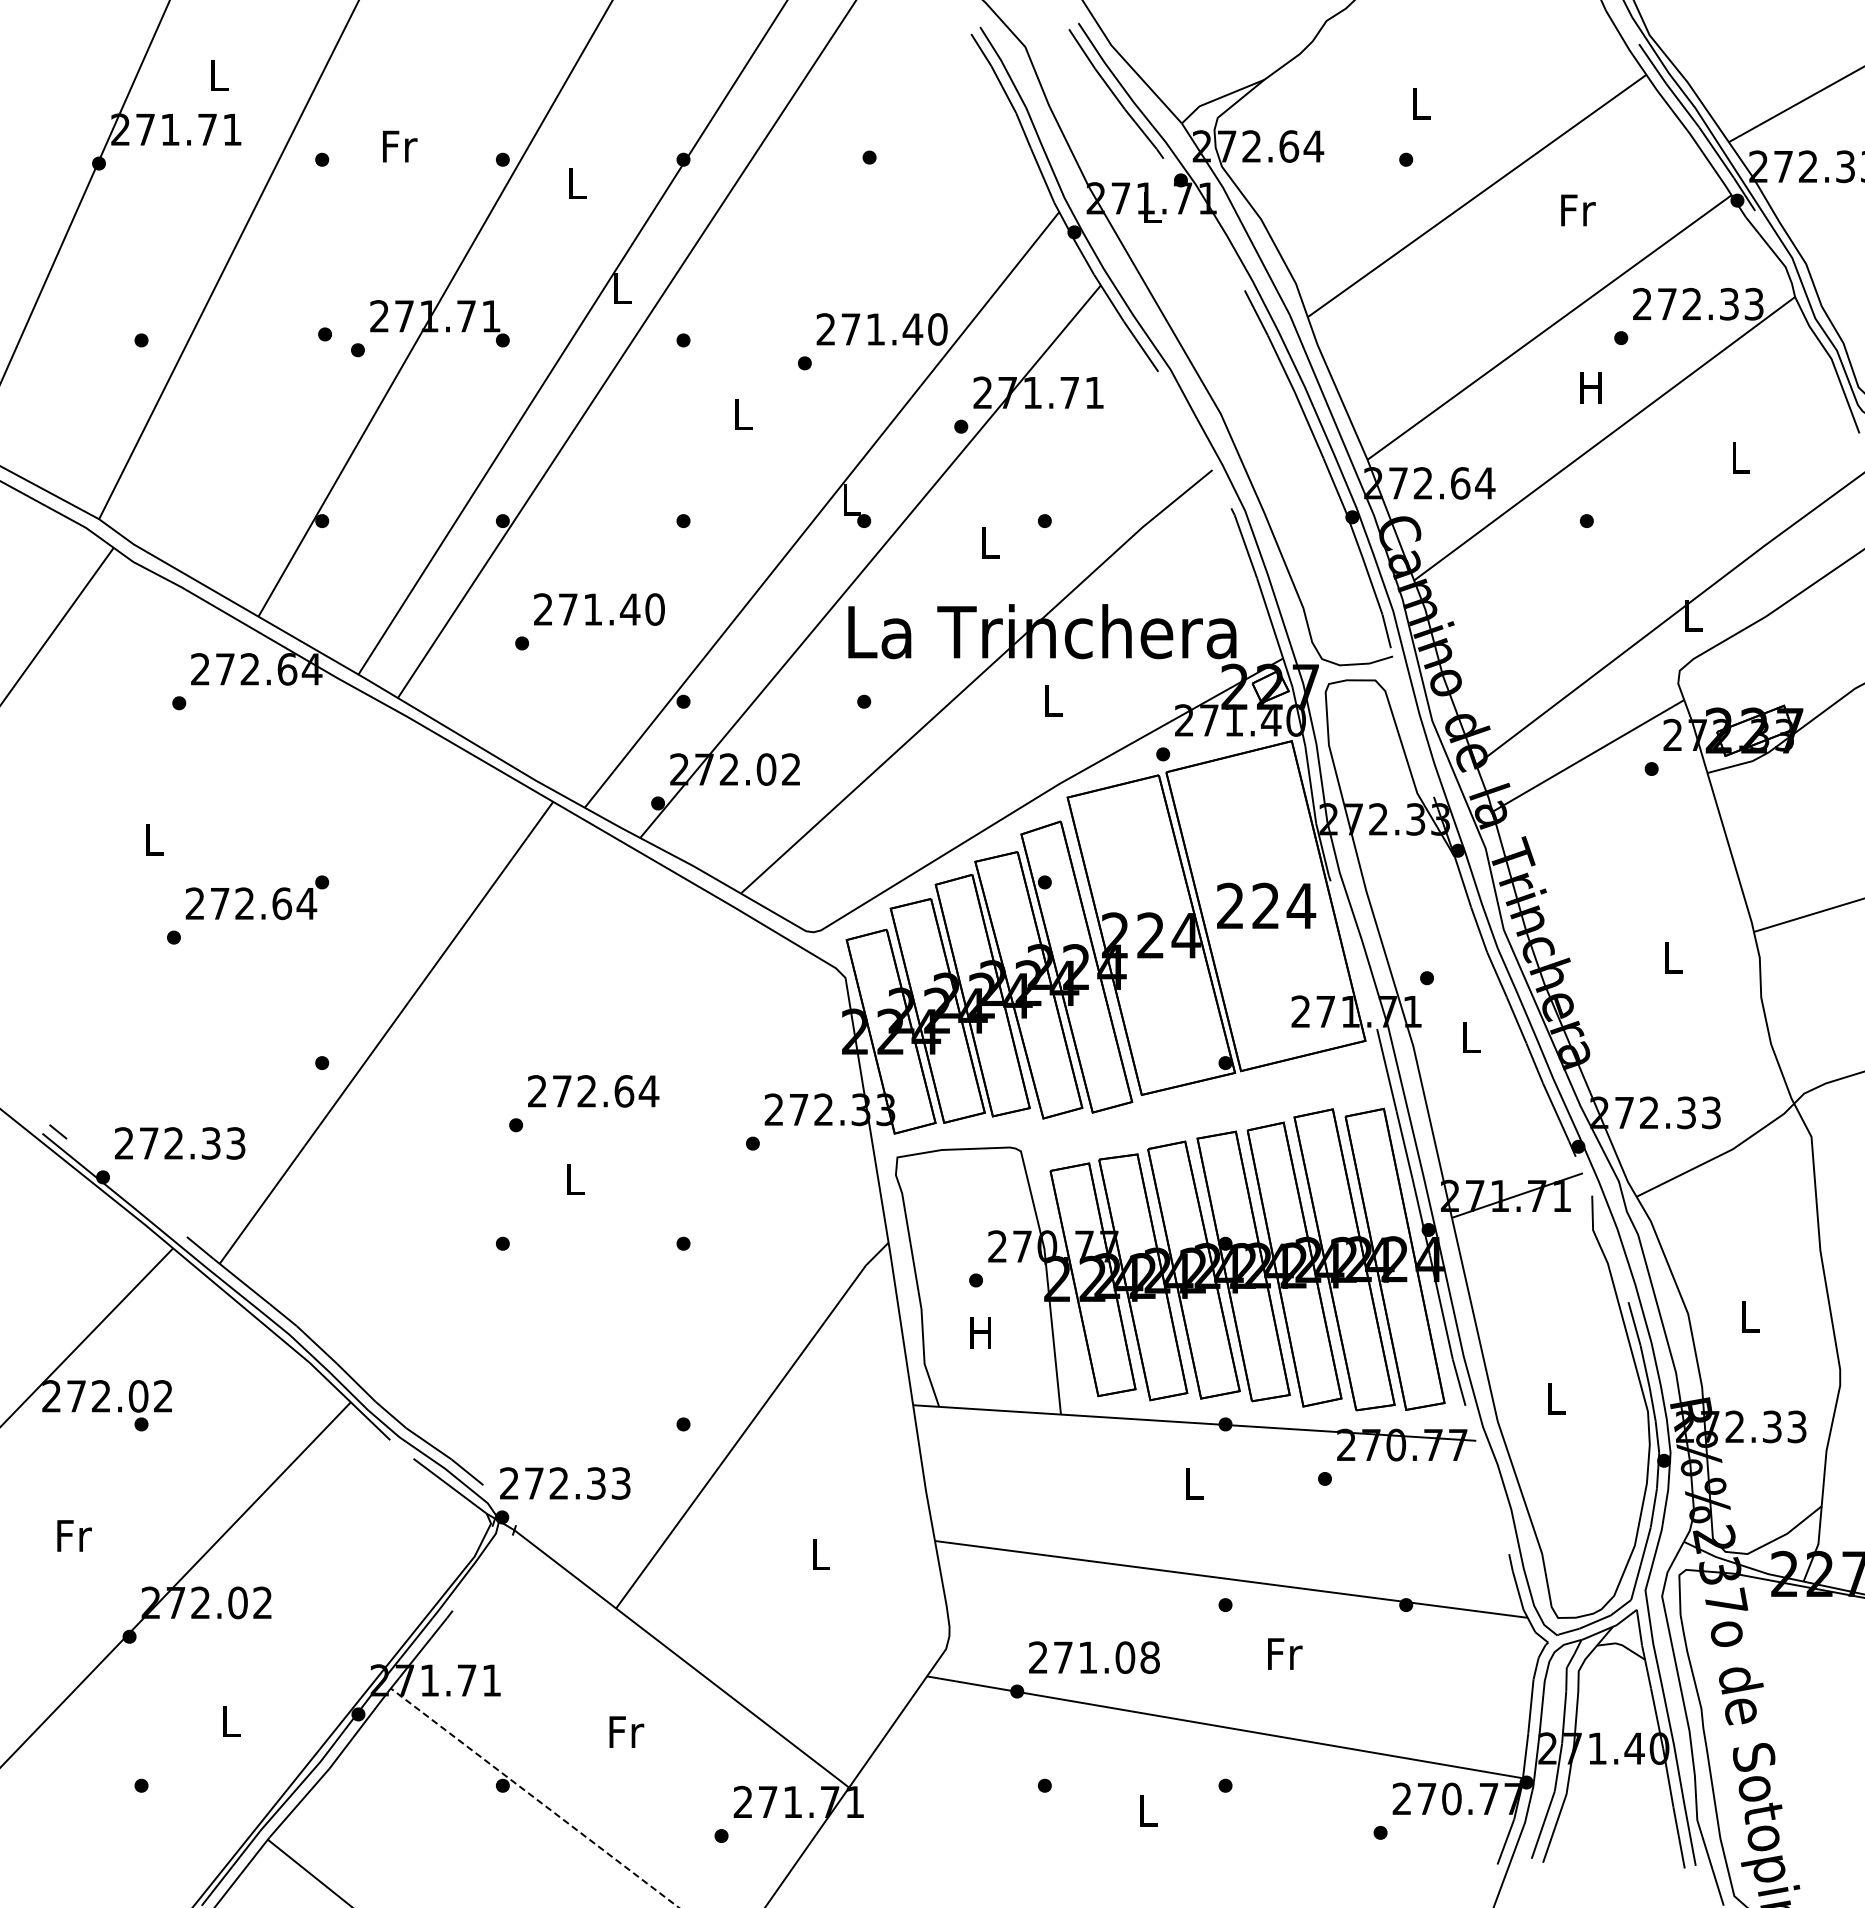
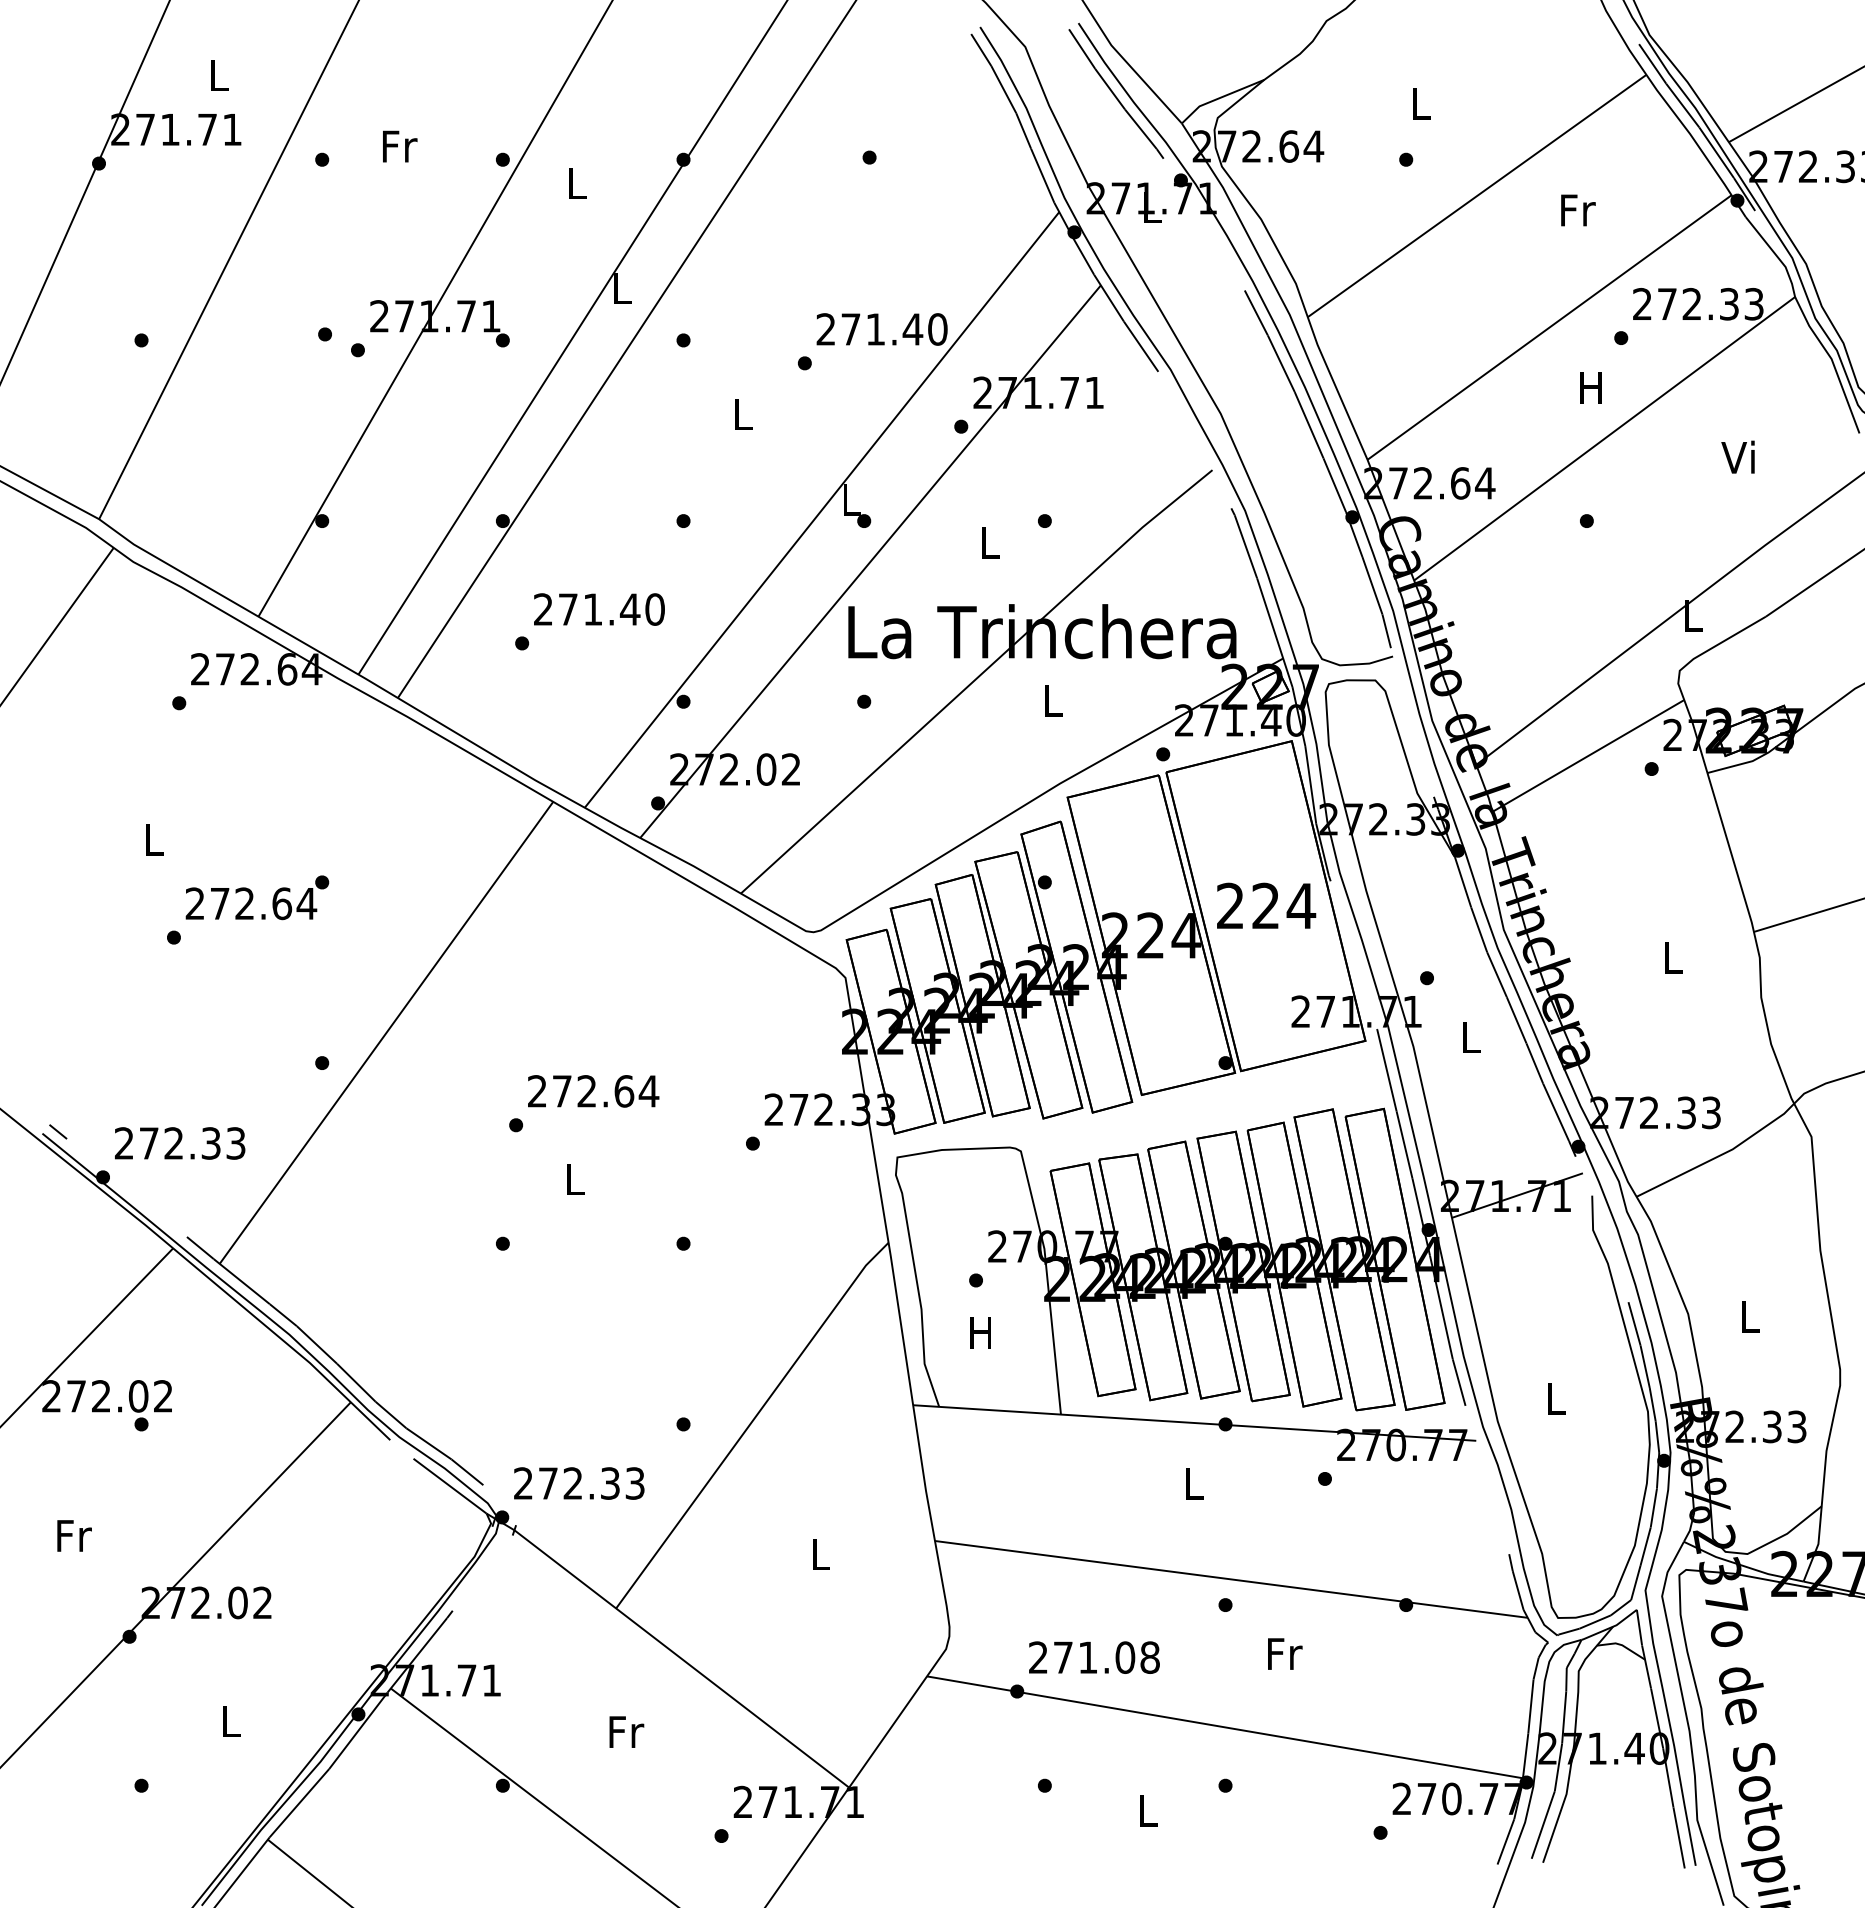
text at (1737, 456): L -> Vi
text at (565, 1483) position: (565, 1483) -> (579, 1483)
line at (534, 1797): dashed -> solid
